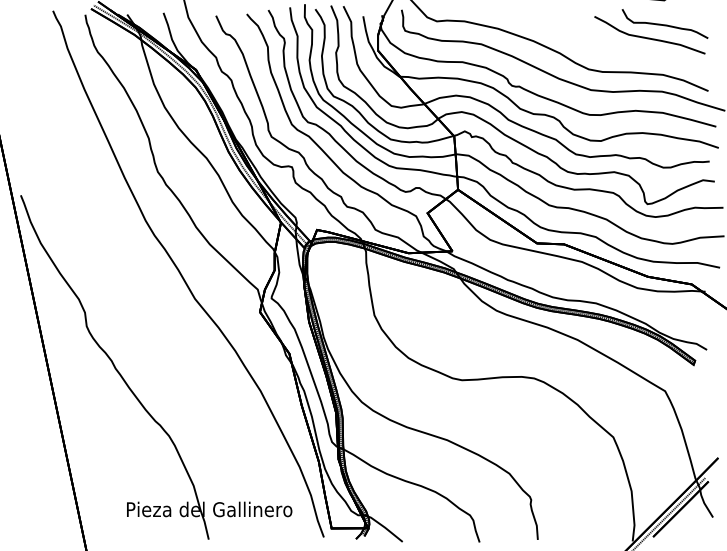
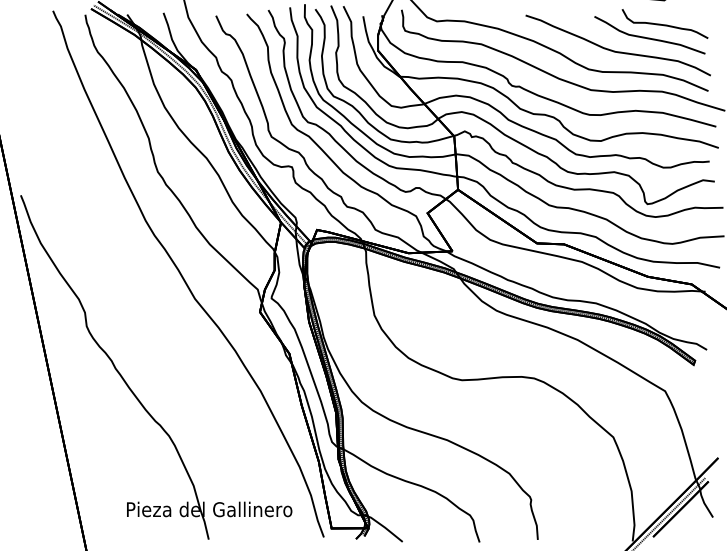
part at (617, 45): none -> present
